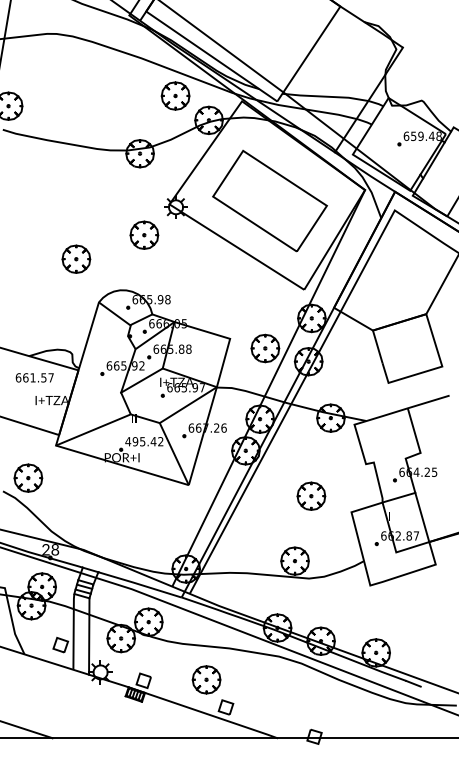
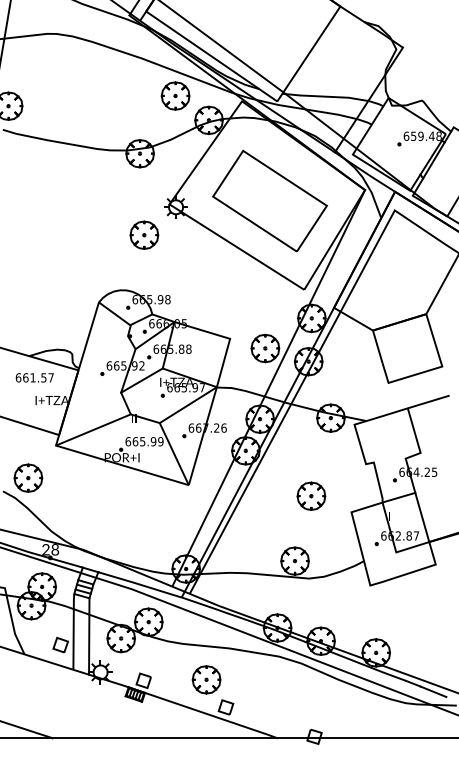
part at (76, 258): present -> none
text at (144, 441): 495.42 -> 665.99
line at (433, 691): none -> present
